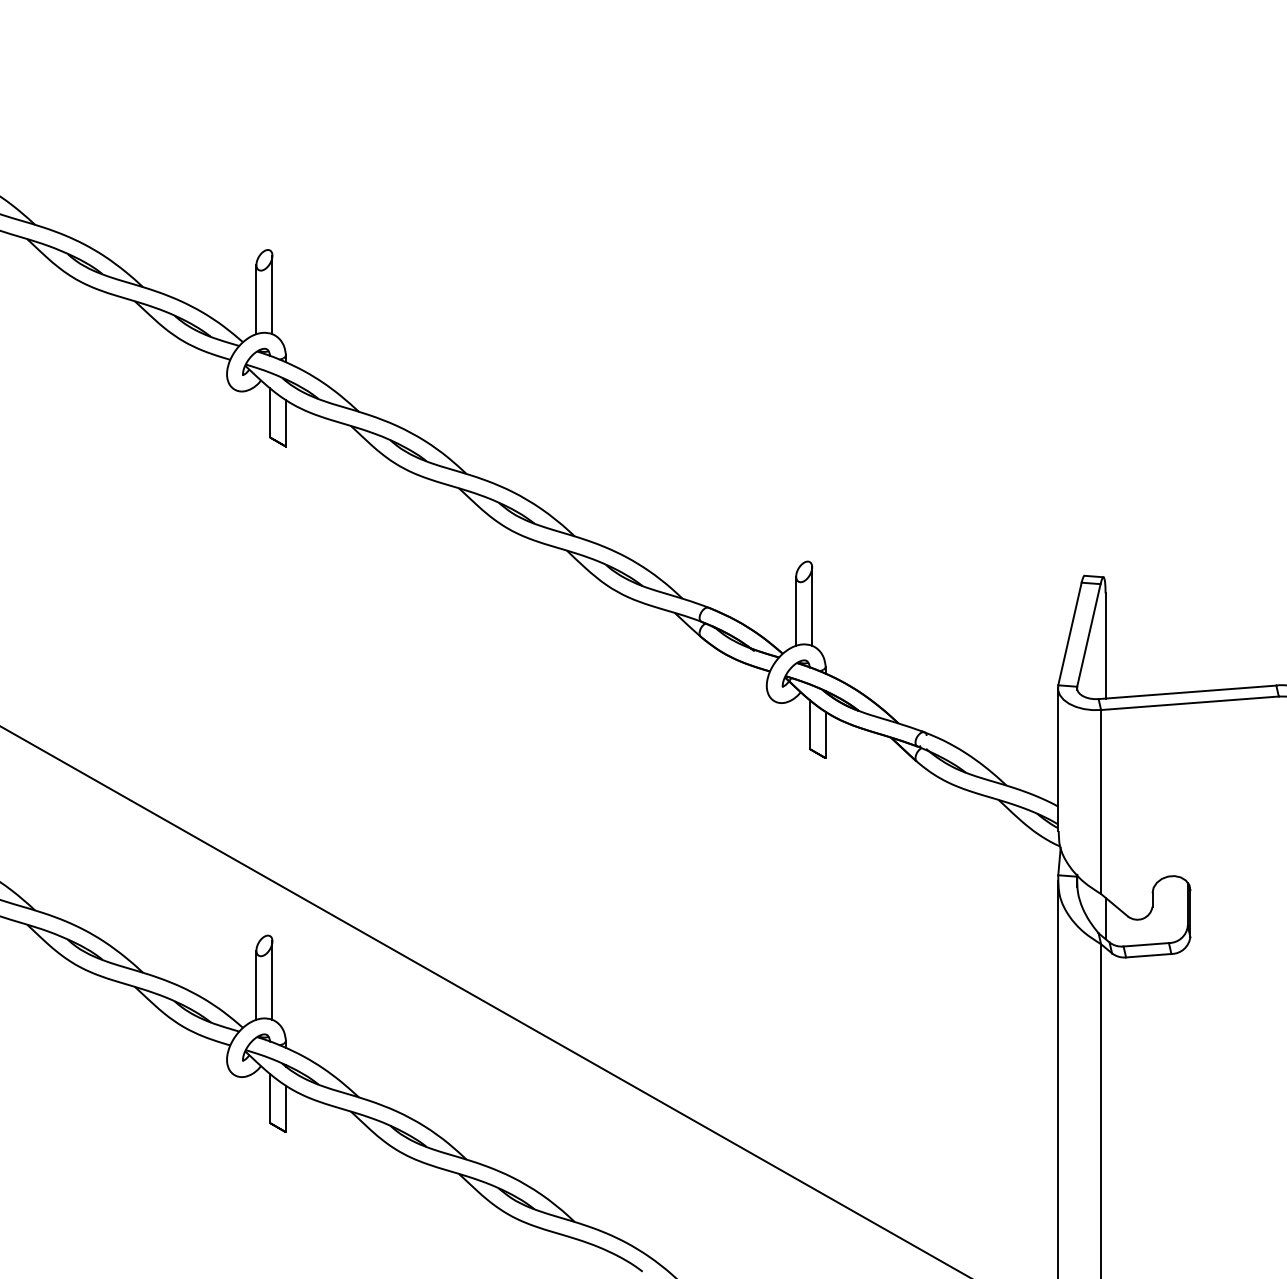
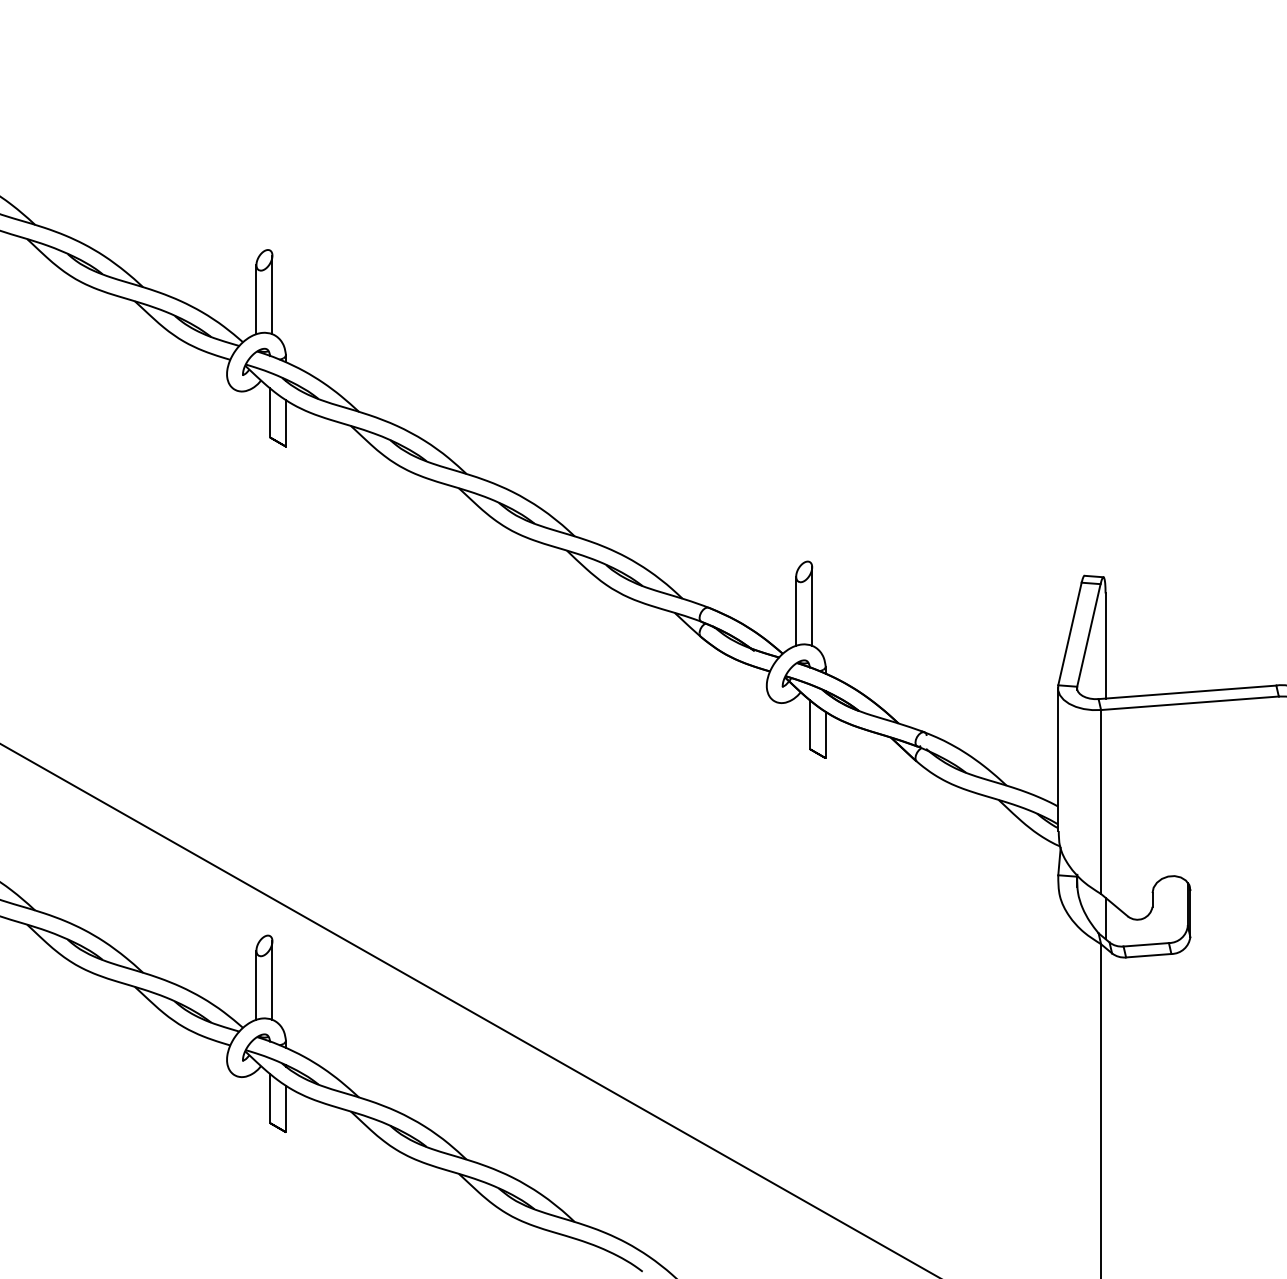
line at (484, 1001) position: (484, 1001) -> (468, 1010)
line at (1057, 1078): present -> none
